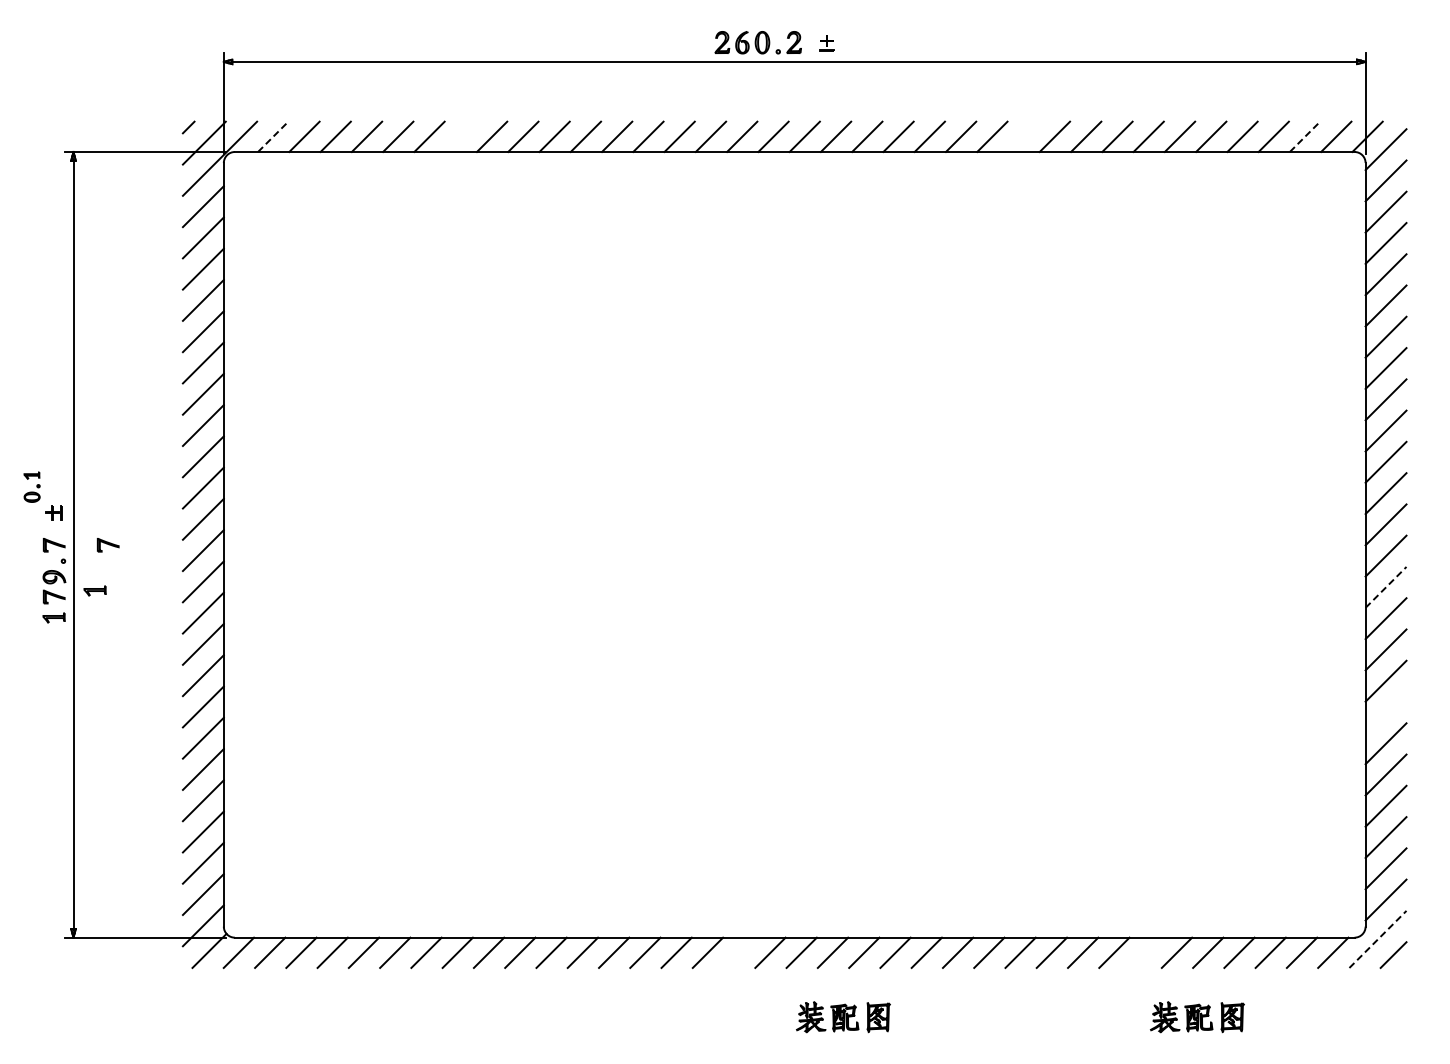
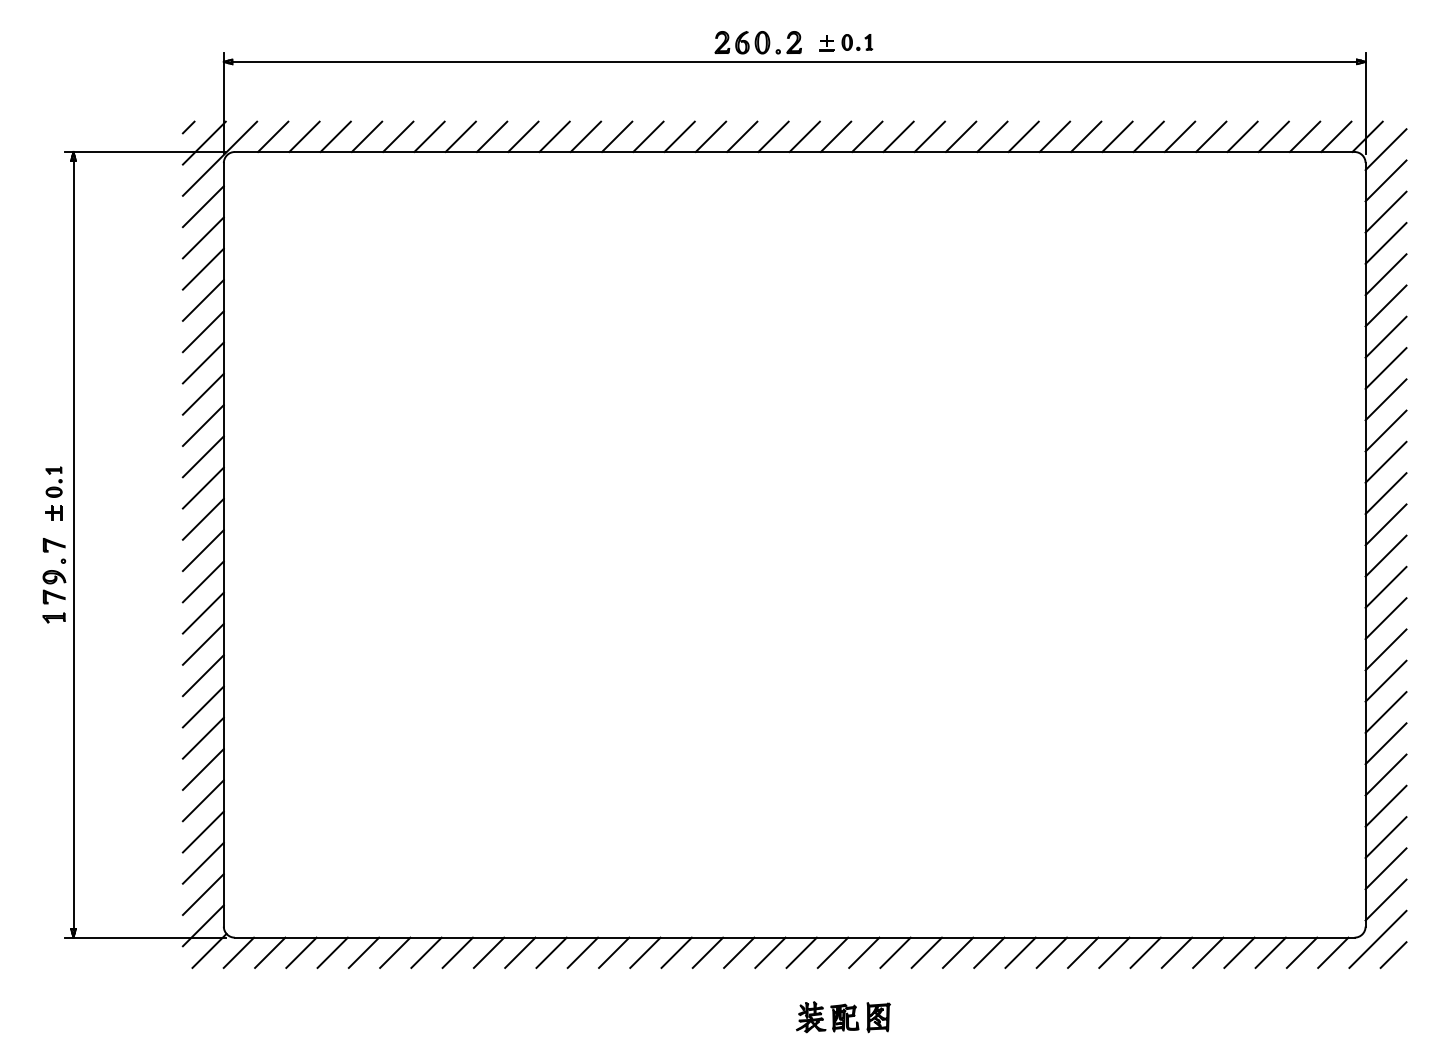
part at (857, 42): none -> present
line at (273, 136): dashed -> solid
line at (460, 136): none -> present
line at (1023, 136): none -> present
line at (1305, 136): dashed -> solid
part at (31, 486) position: (31, 486) -> (53, 481)
part at (107, 545): present -> none
line at (1386, 587): dashed -> solid
part at (94, 590): present -> none
line at (1385, 712): none -> present
line at (1378, 939): dashed -> solid
line at (739, 952): none -> present
line at (1145, 952): none -> present
part at (1197, 1017): present -> none
